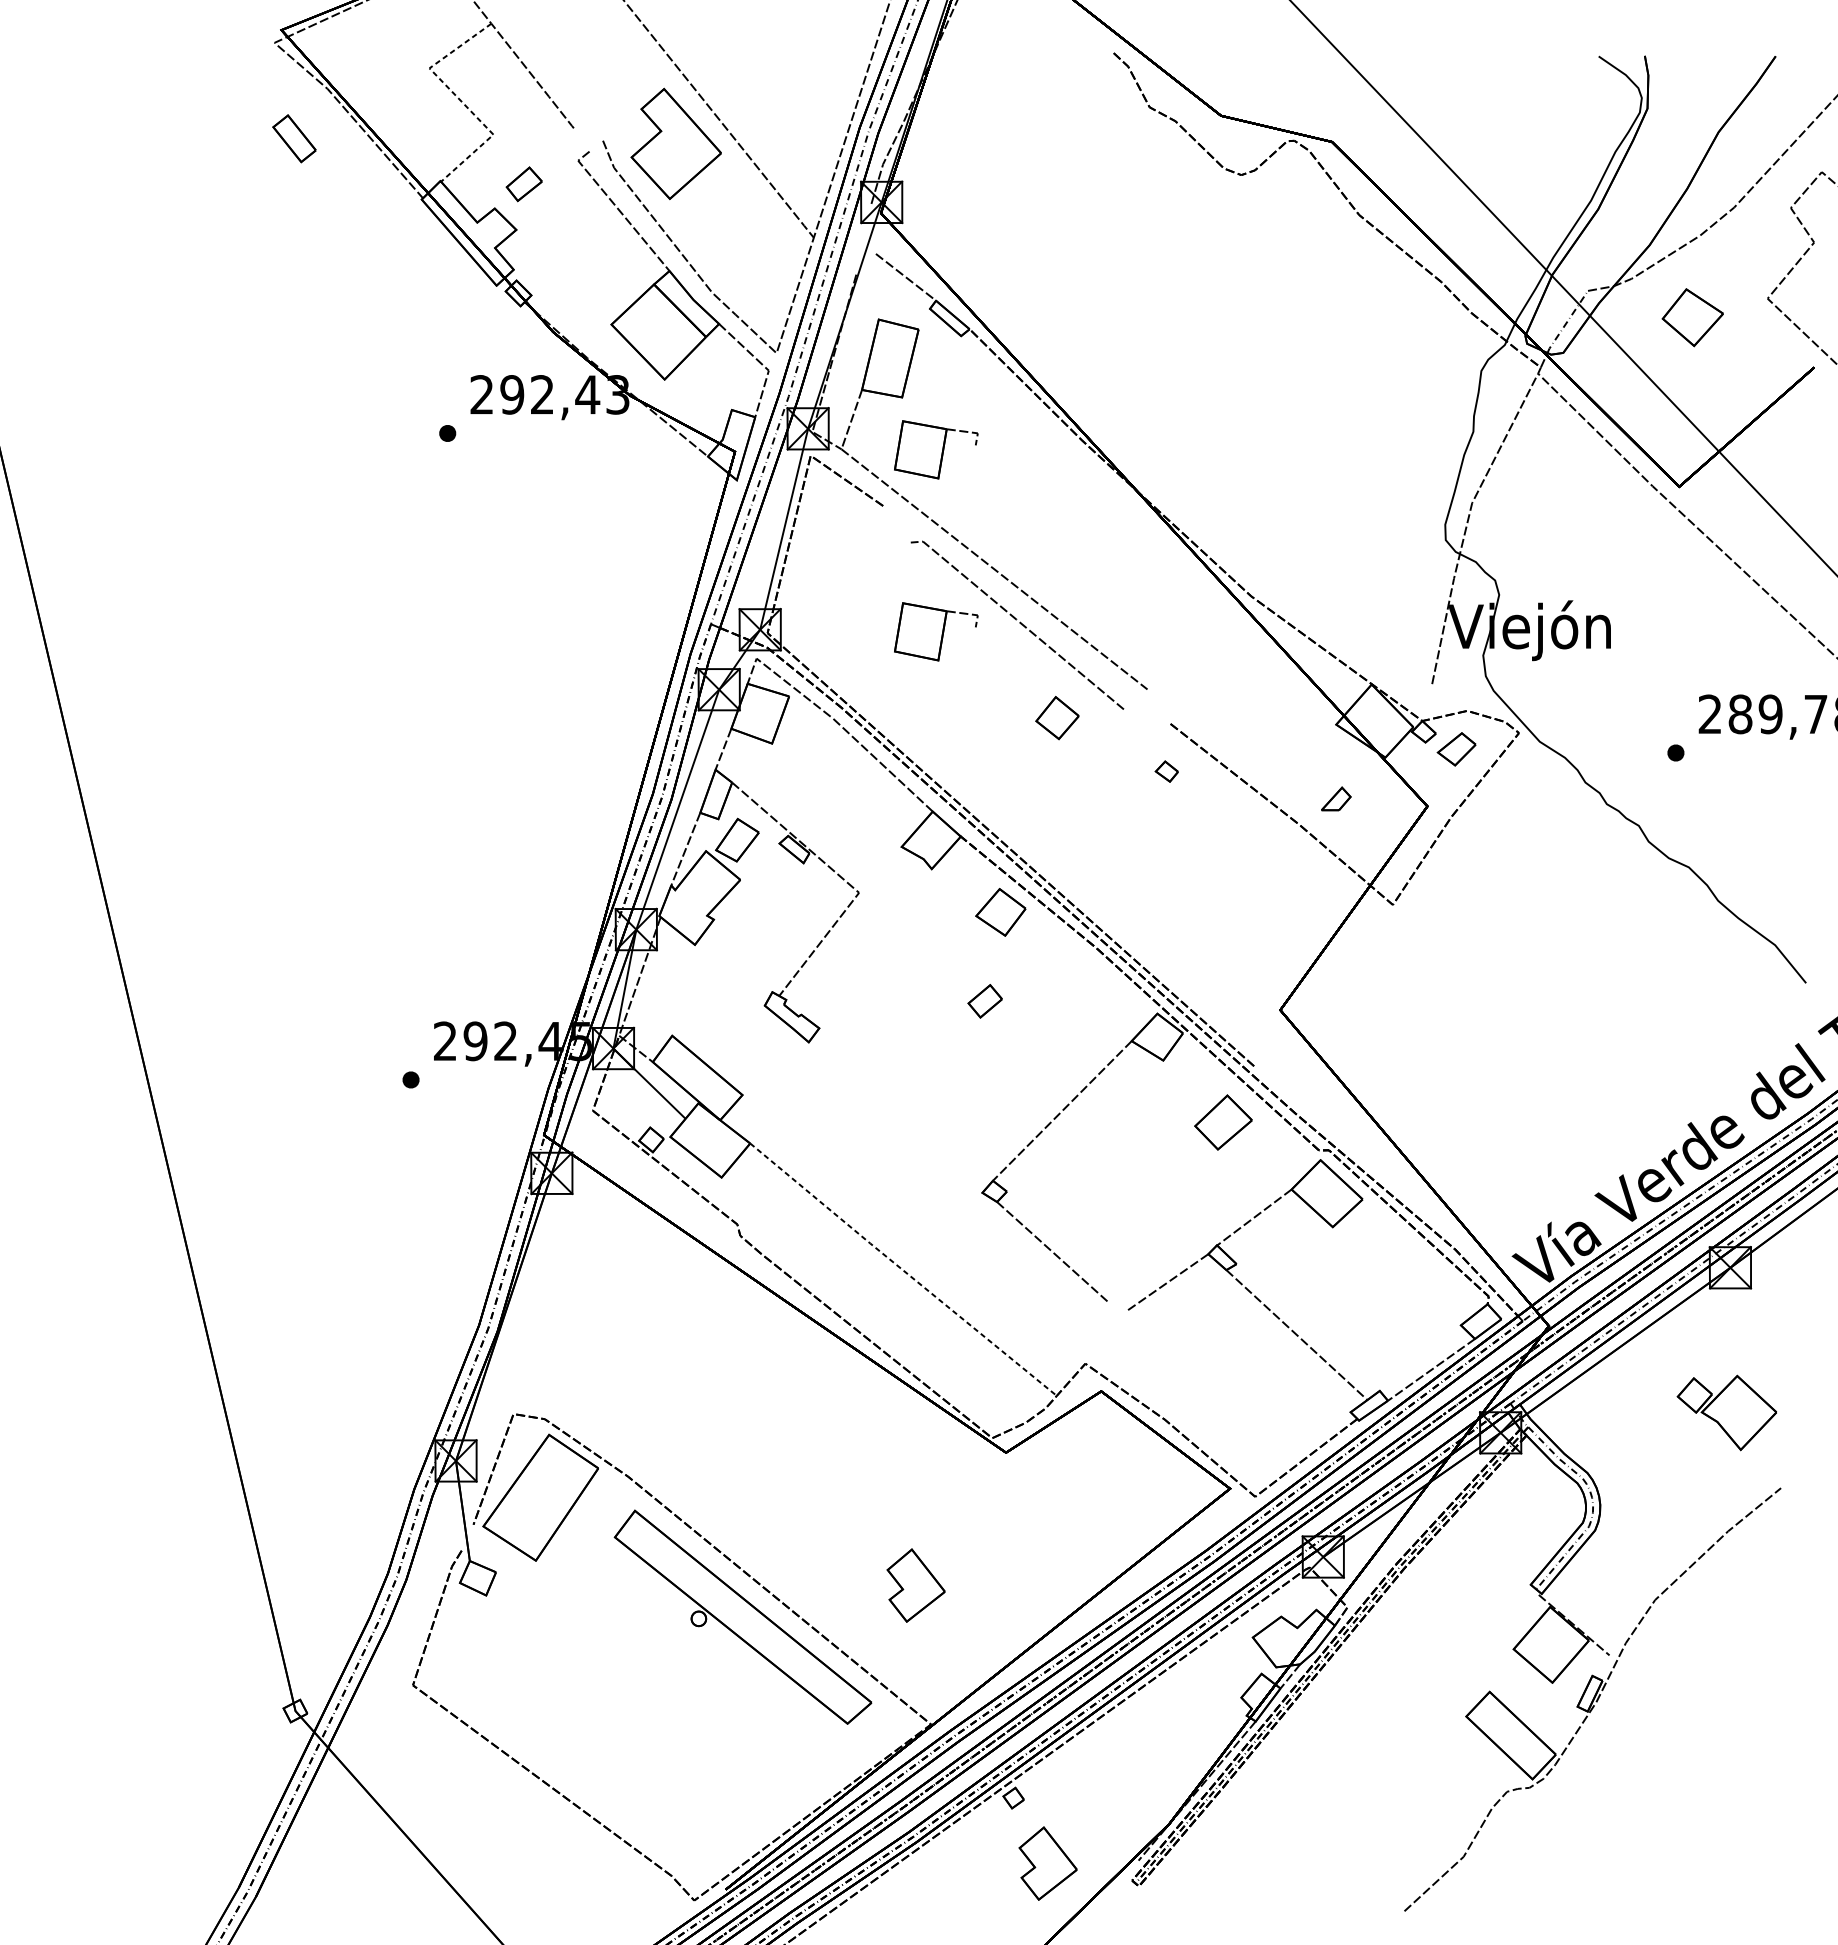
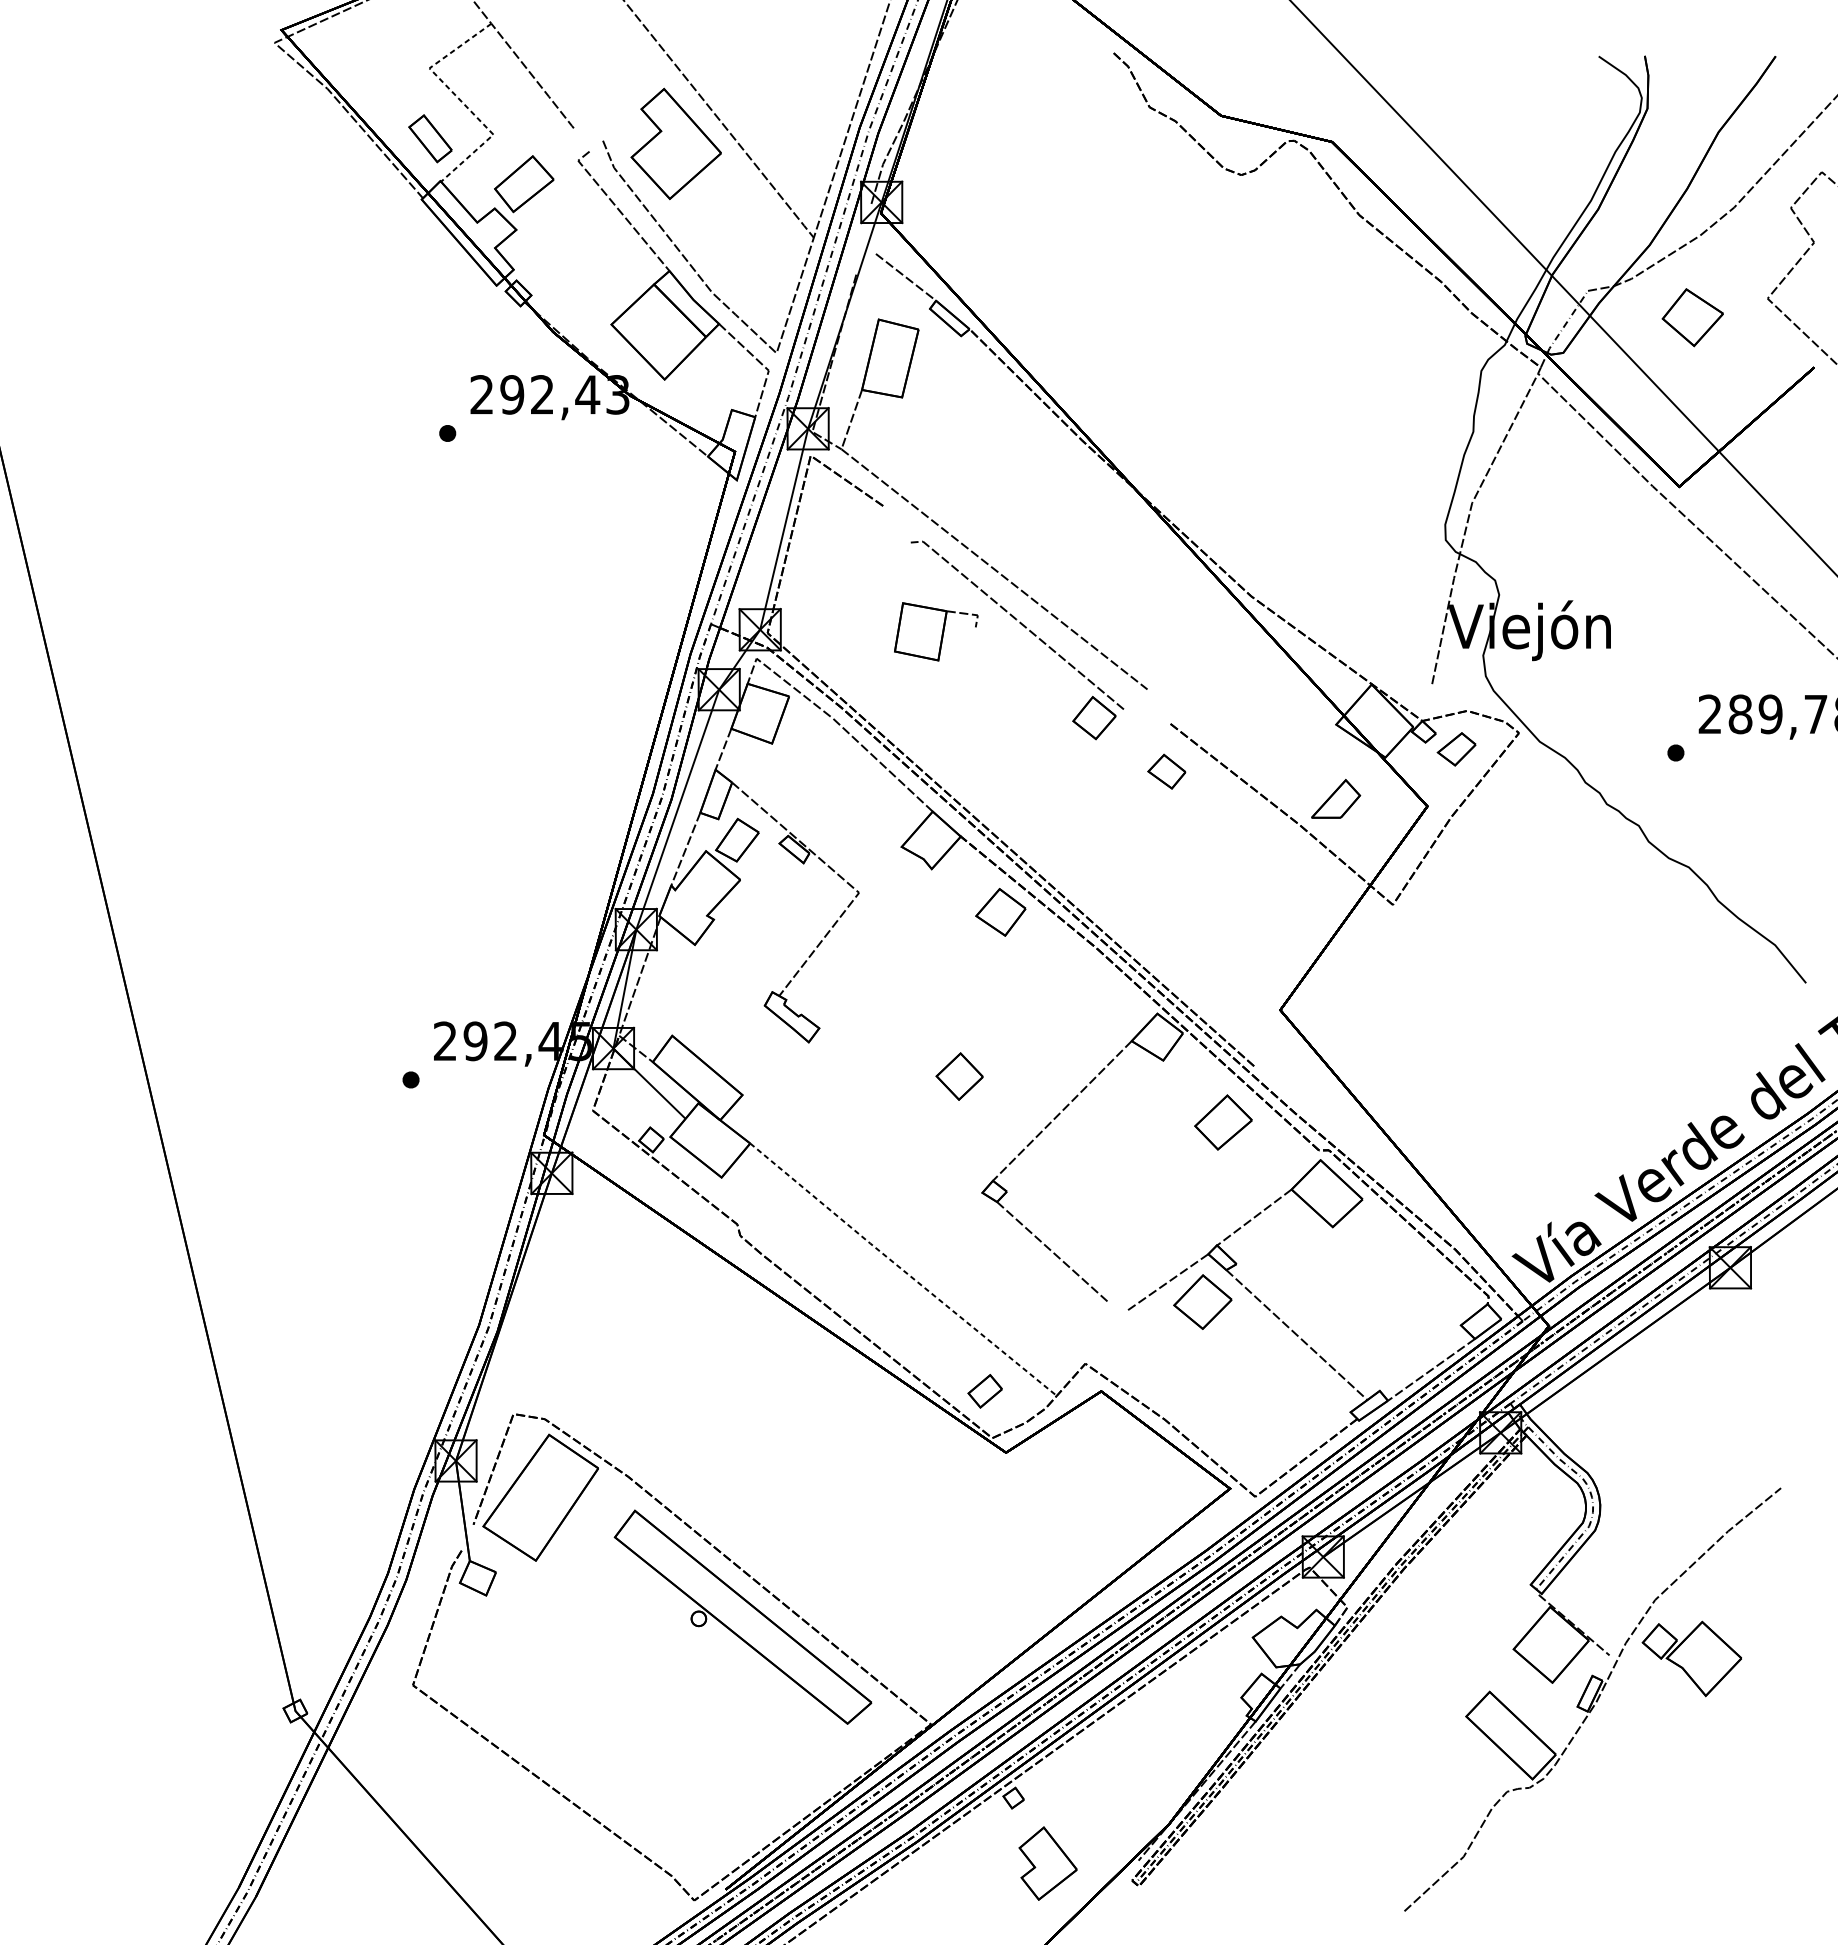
part at (294, 138) position: (294, 138) -> (430, 138)
part at (523, 184) size: 38x37 px -> 61x59 px
part at (936, 449): present -> none
part at (1057, 718) position: (1057, 718) -> (1094, 718)
part at (1166, 771) size: 25x23 px -> 40x37 px
part at (1336, 798) size: 31x26 px -> 51x40 px
part at (984, 1001) position: (984, 1001) -> (984, 1391)
part at (959, 1076): none -> present
part at (1202, 1301): none -> present
part at (1726, 1412) position: (1726, 1412) -> (1691, 1658)
part at (915, 1585): present -> none
